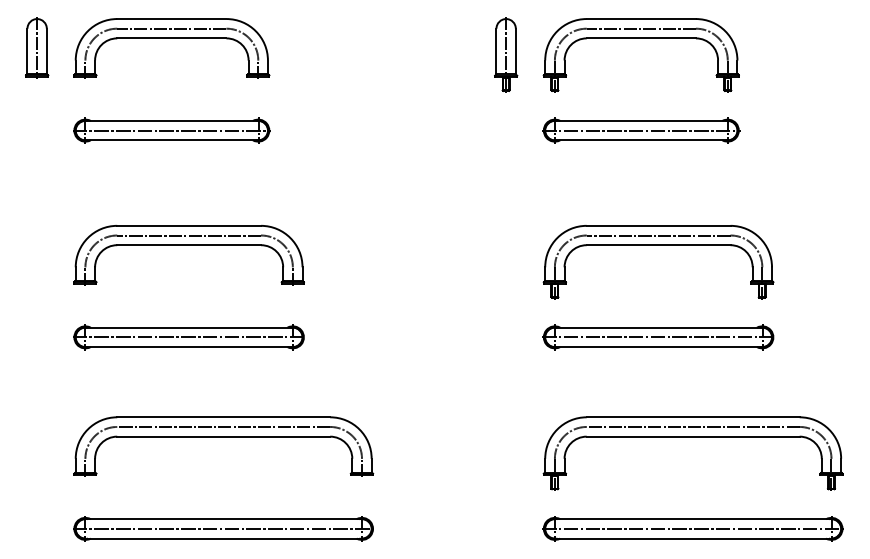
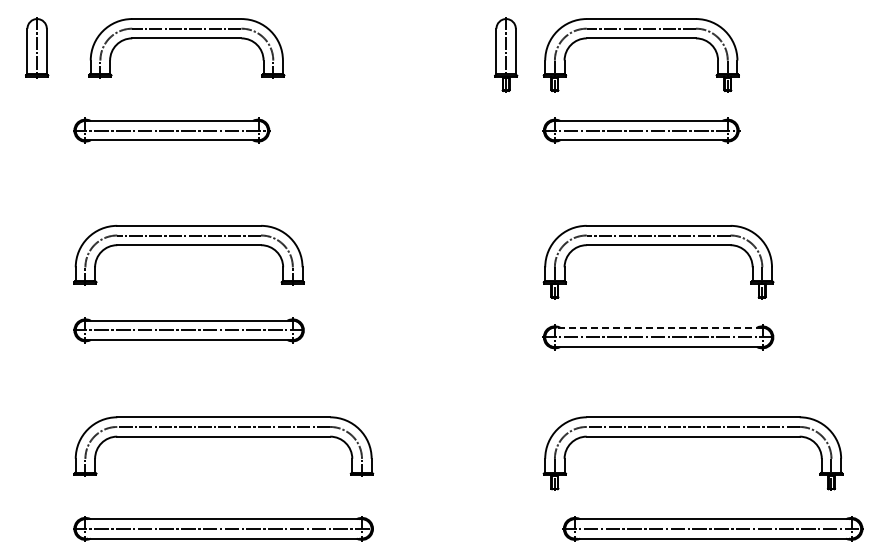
part at (171, 38) position: (171, 38) -> (186, 38)
line at (658, 327): solid -> dashed
part at (188, 337) position: (188, 337) -> (188, 330)
part at (692, 528) position: (692, 528) -> (712, 528)
